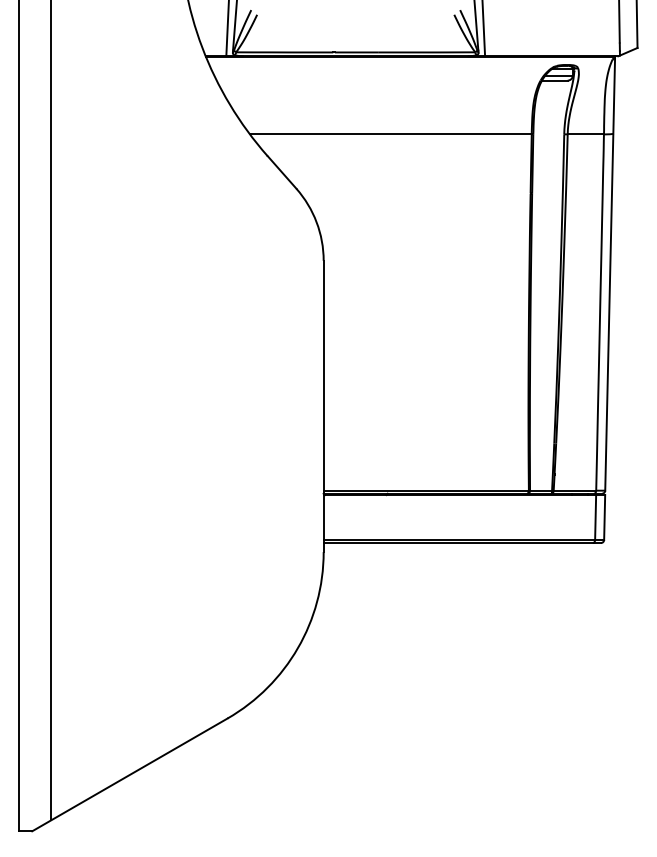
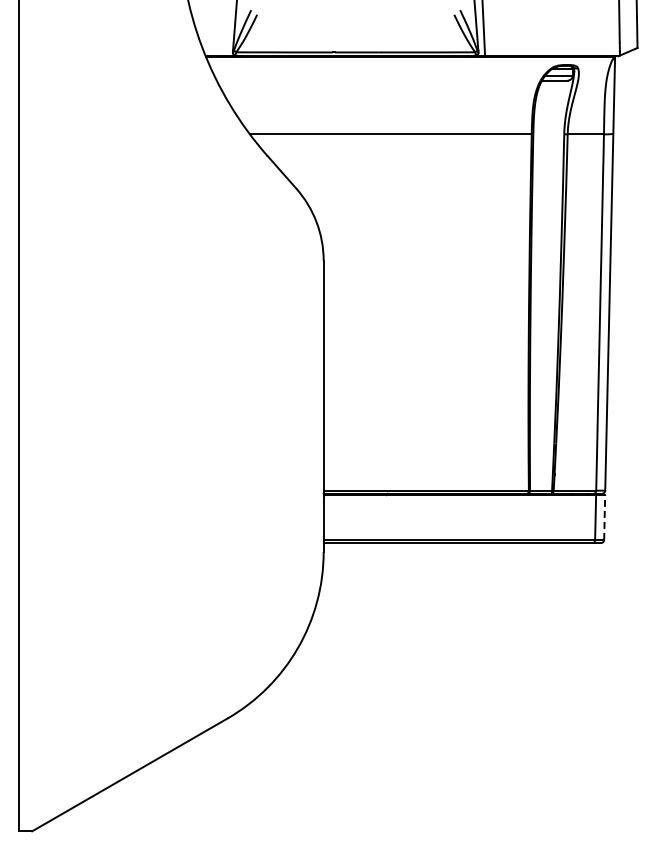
line at (227, 29): present -> none
line at (51, 411): present -> none
line at (604, 516): solid -> dashed
